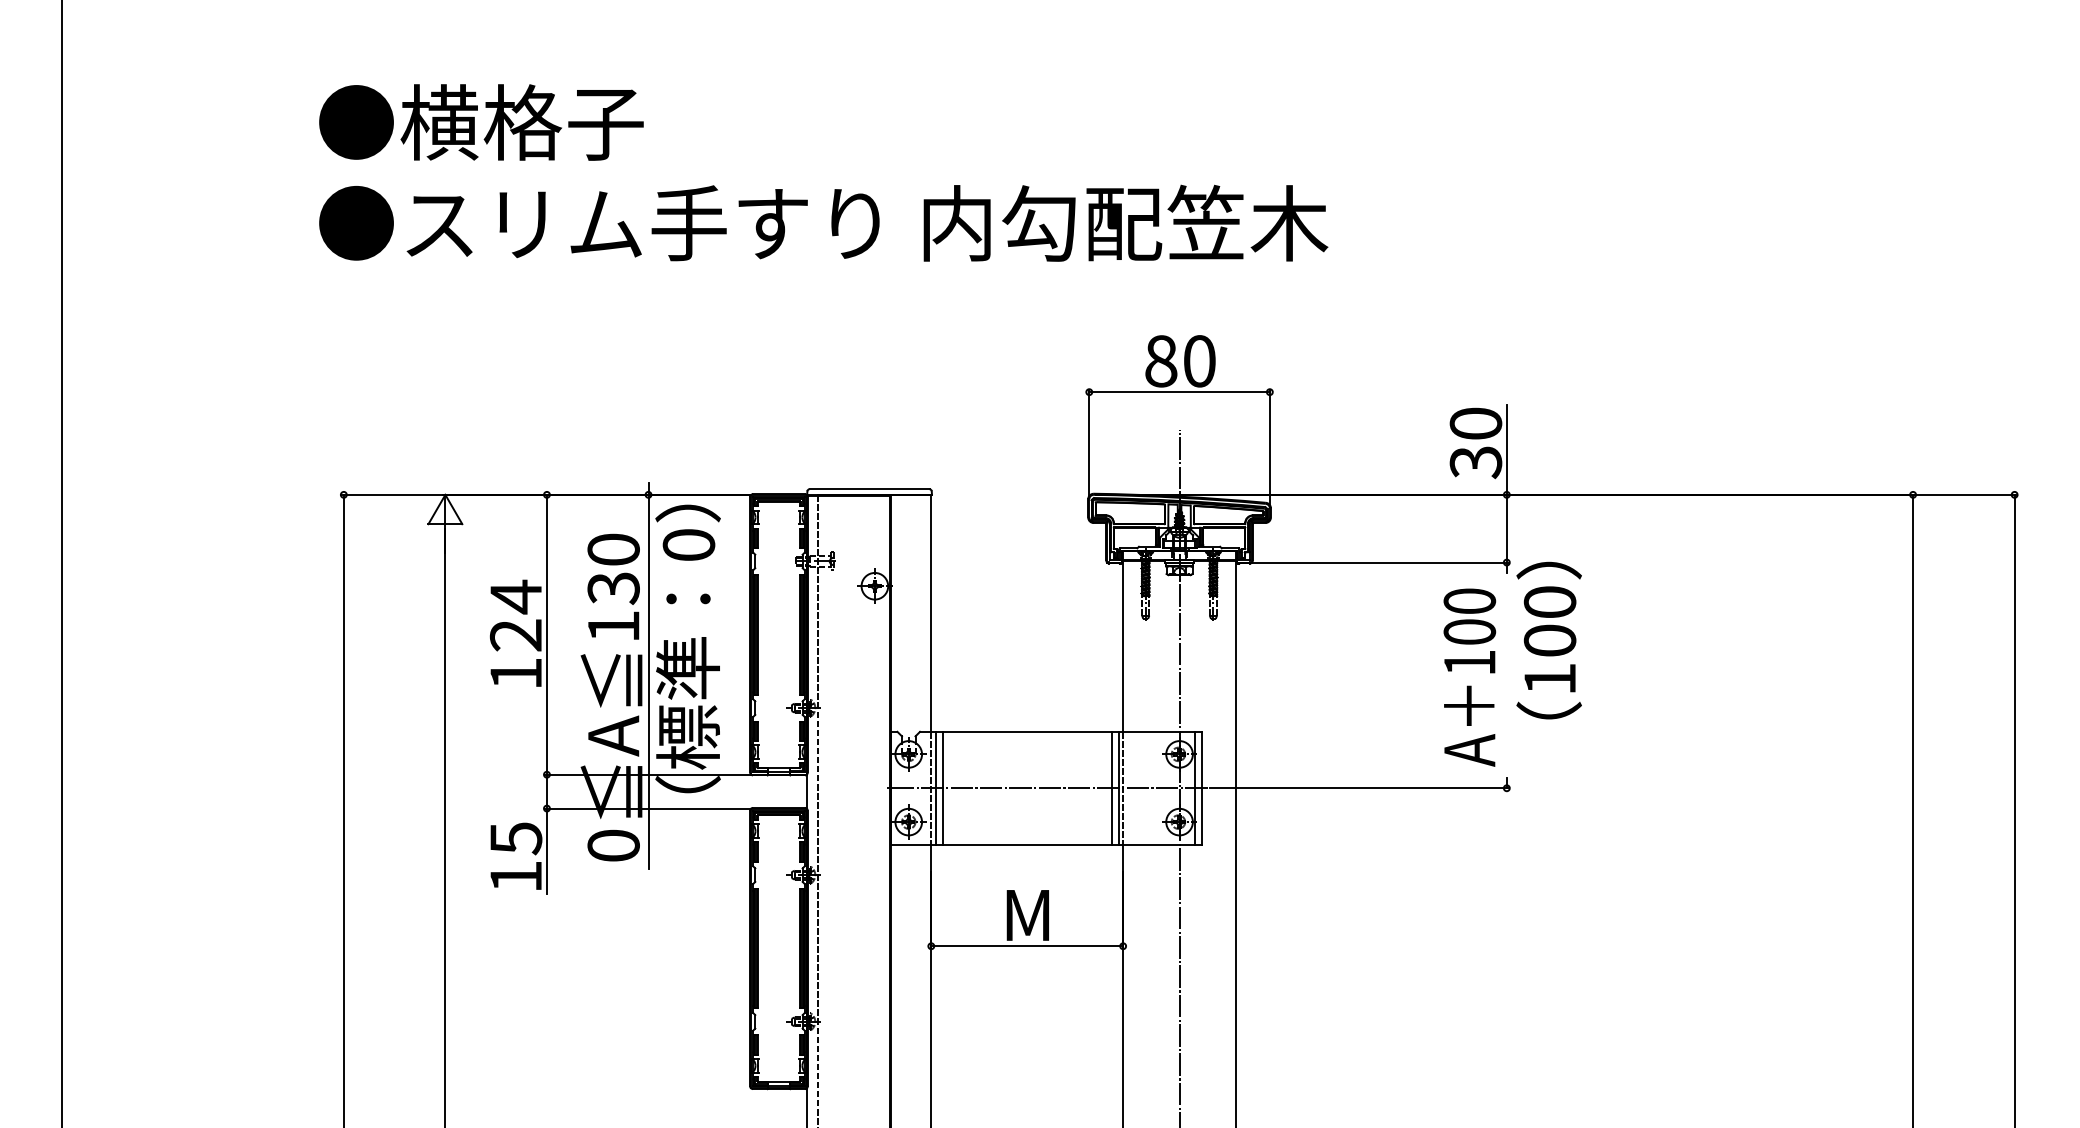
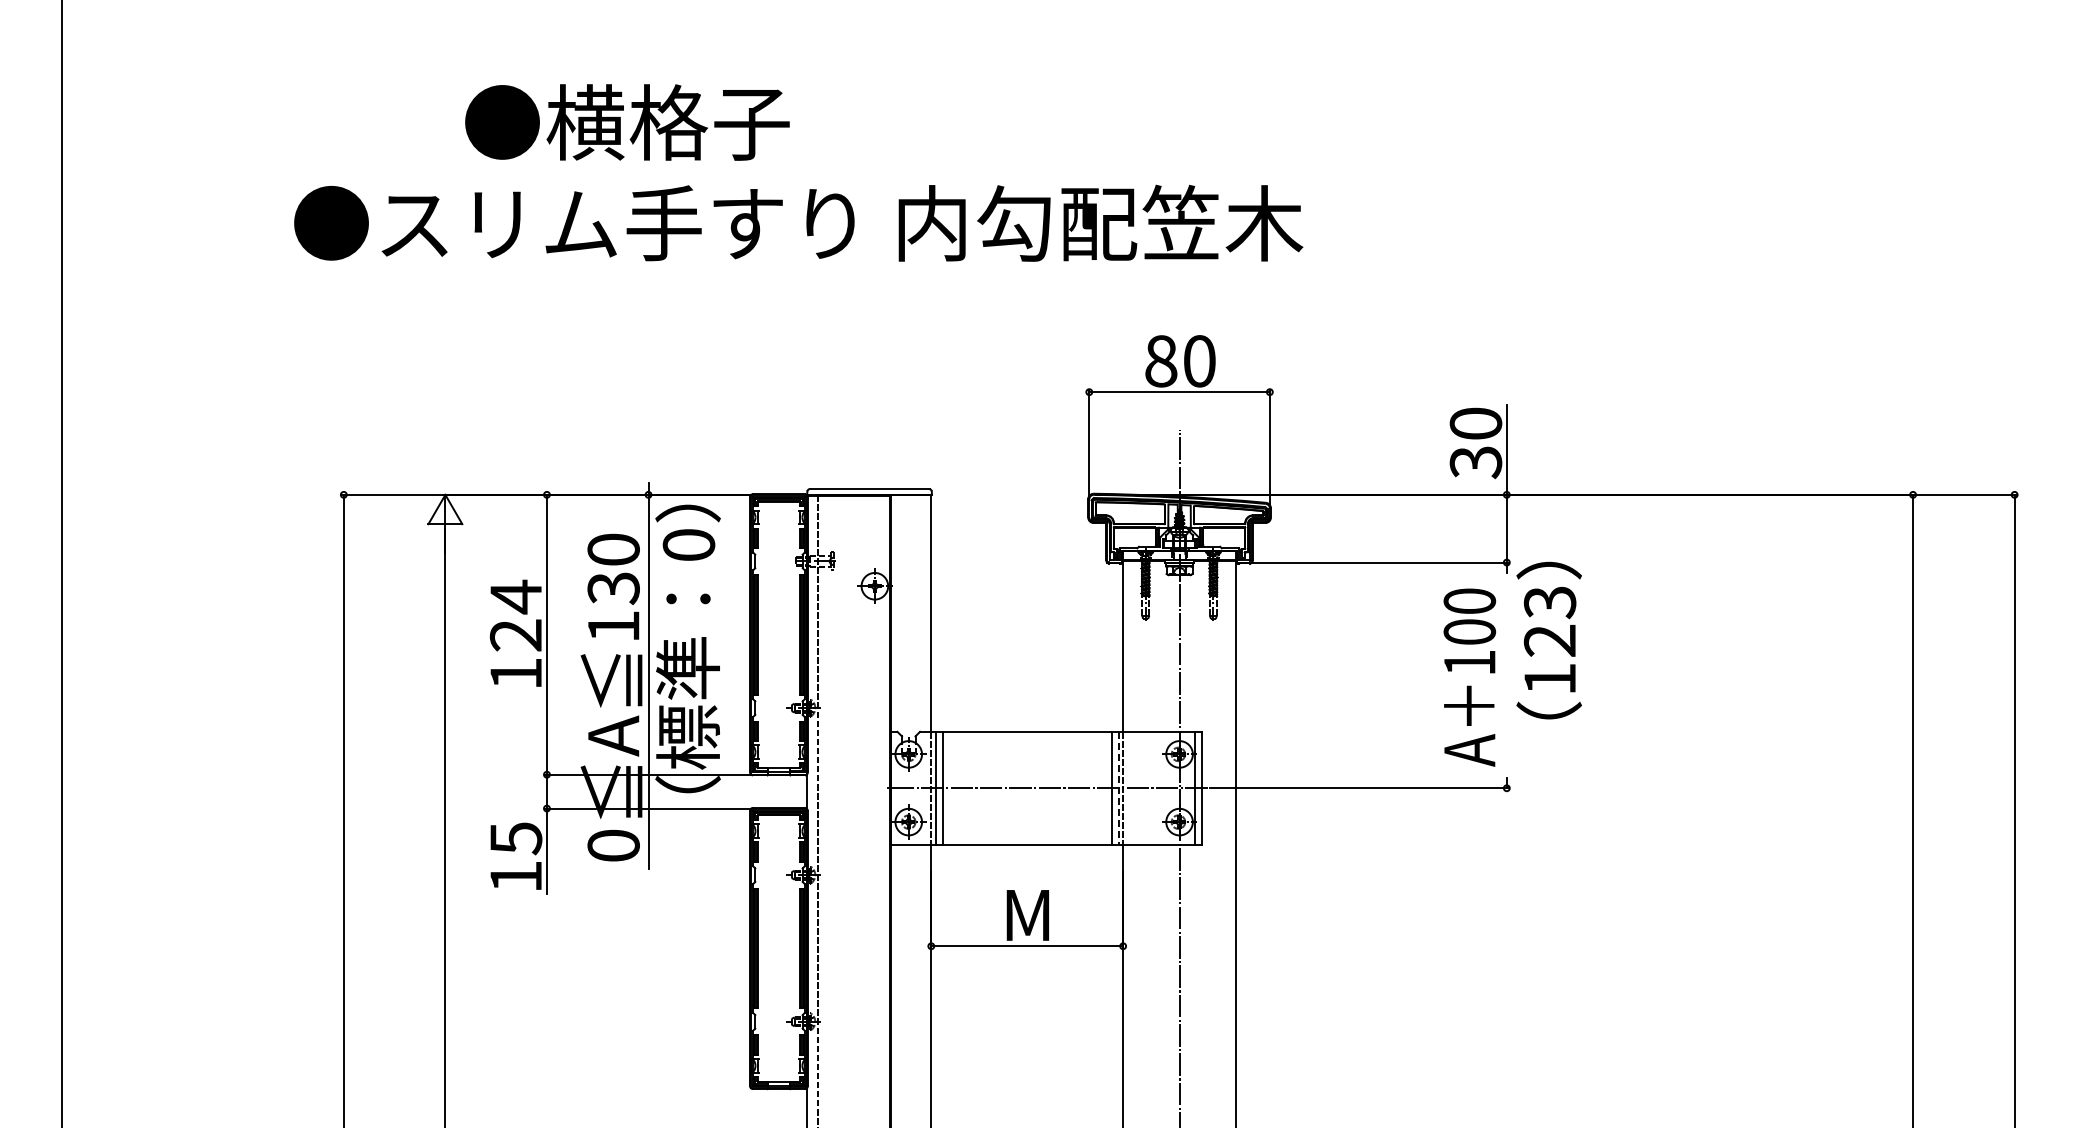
text at (481, 122) position: (481, 122) -> (627, 122)
text at (823, 222) position: (823, 222) -> (798, 222)
text at (1549, 621): 100 -> 123
line at (1118, 788): solid -> dashed
